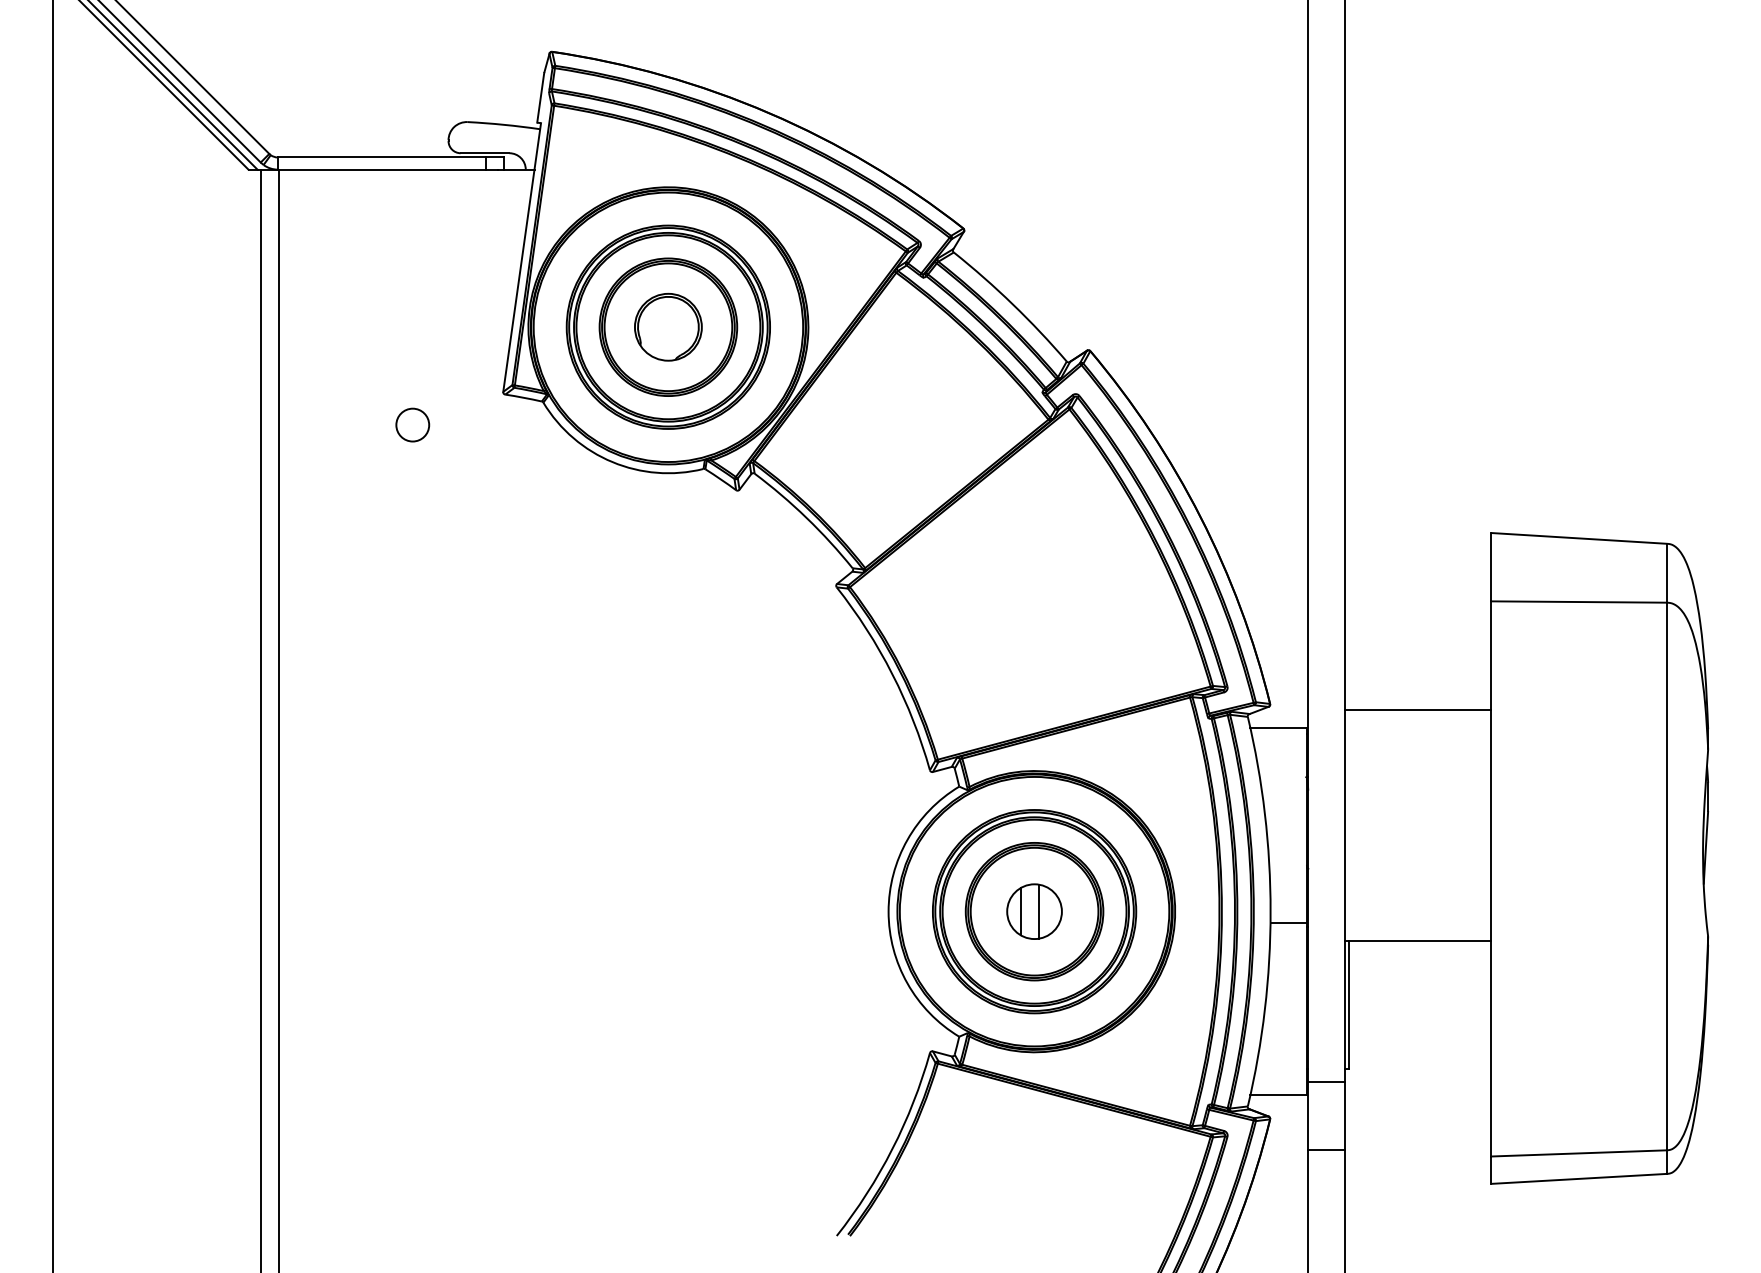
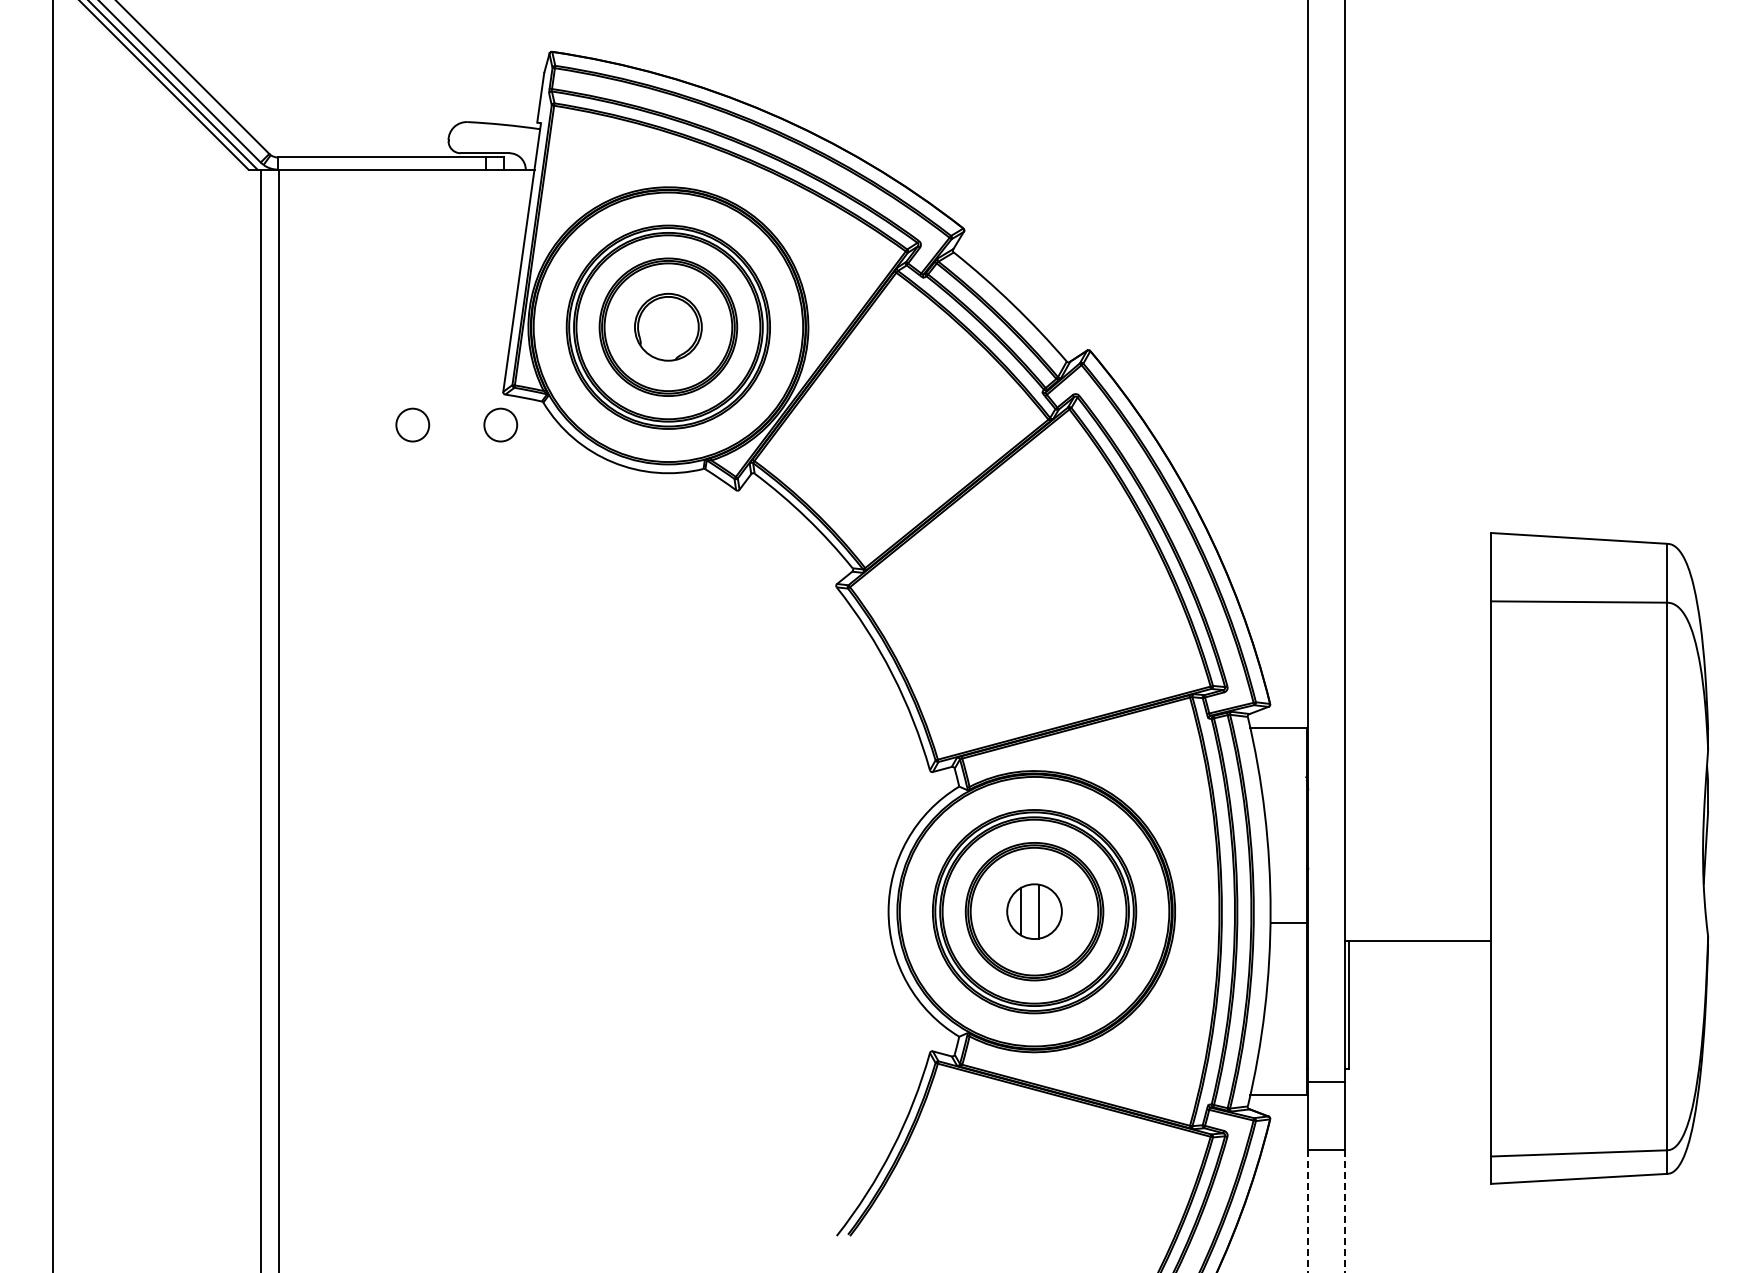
circle at (500, 424): none -> present
line at (1417, 710): present -> none
line at (1308, 1211): solid -> dashed
line at (1344, 1211): solid -> dashed
